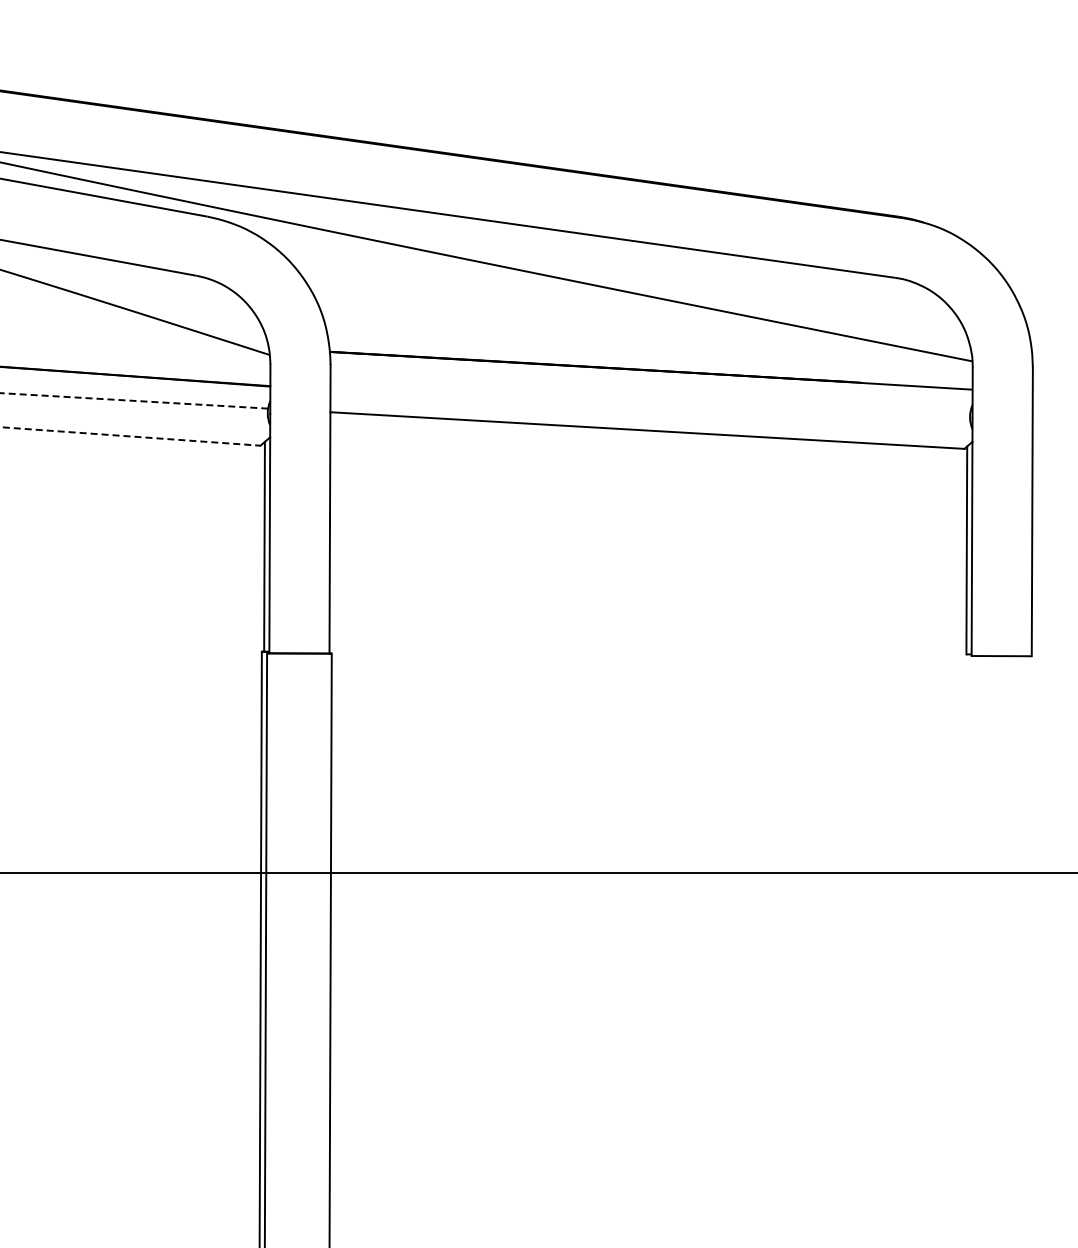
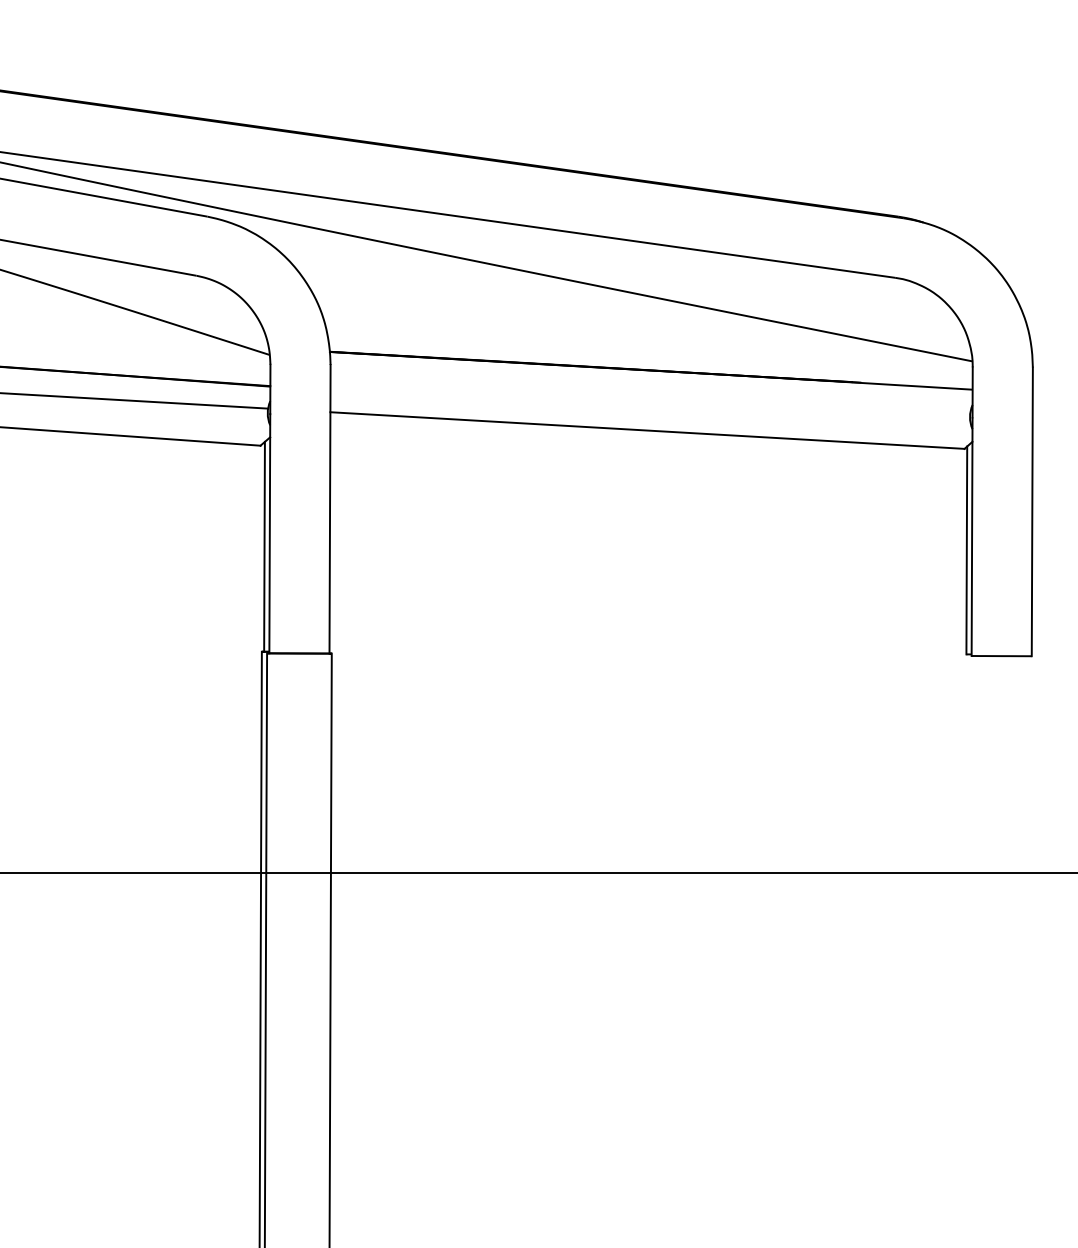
line at (134, 400): dashed -> solid
line at (130, 436): dashed -> solid
